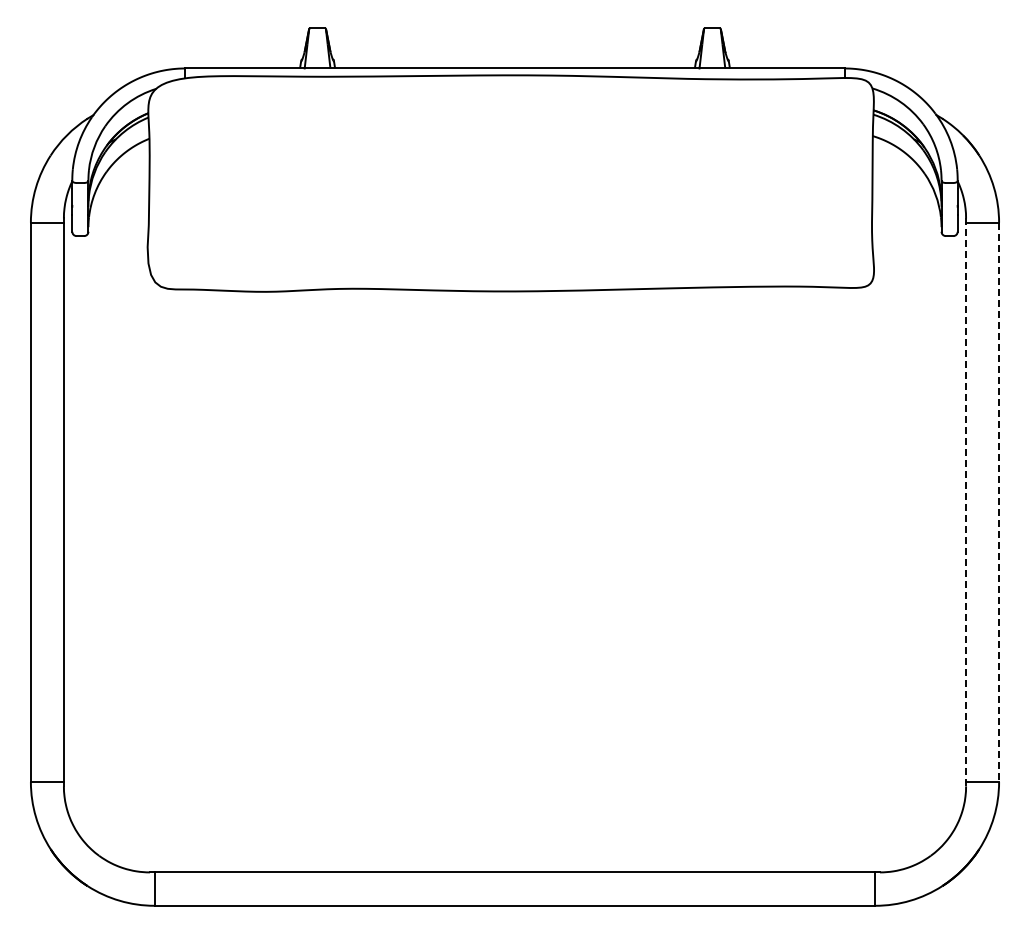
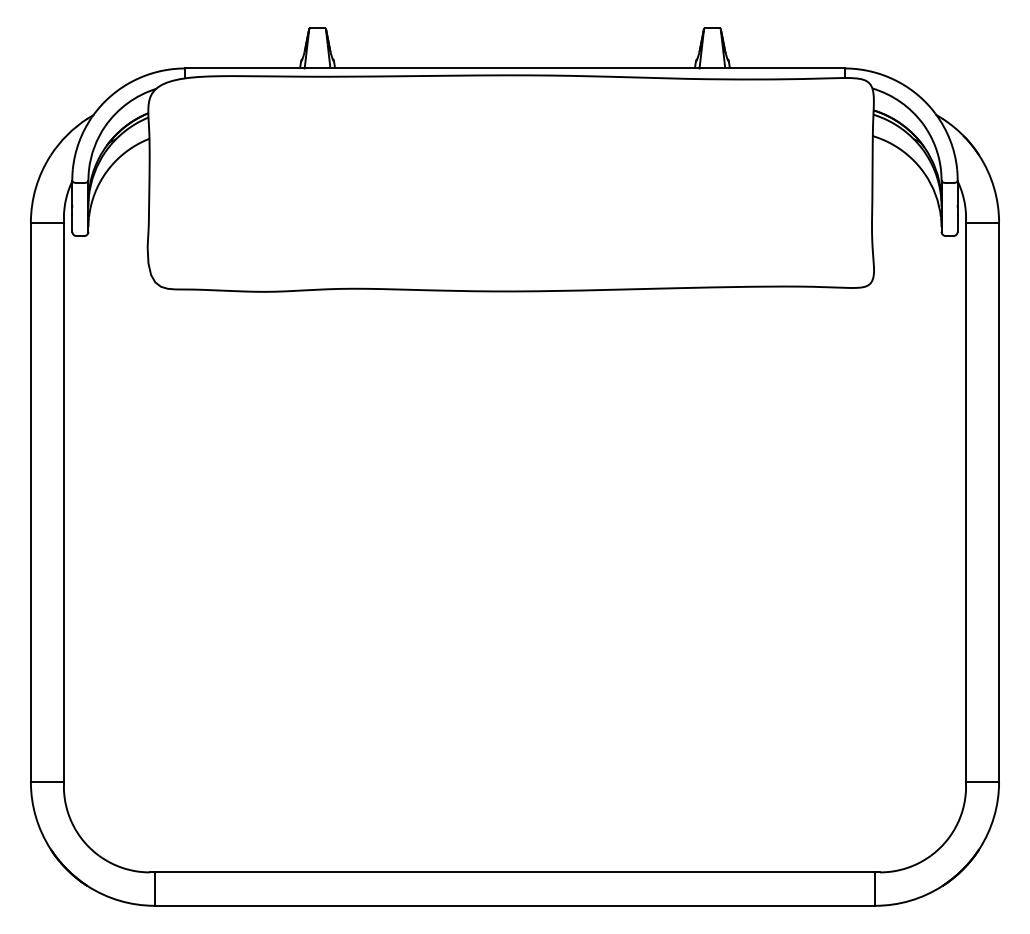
line at (966, 502): dashed -> solid
line at (999, 502): dashed -> solid
